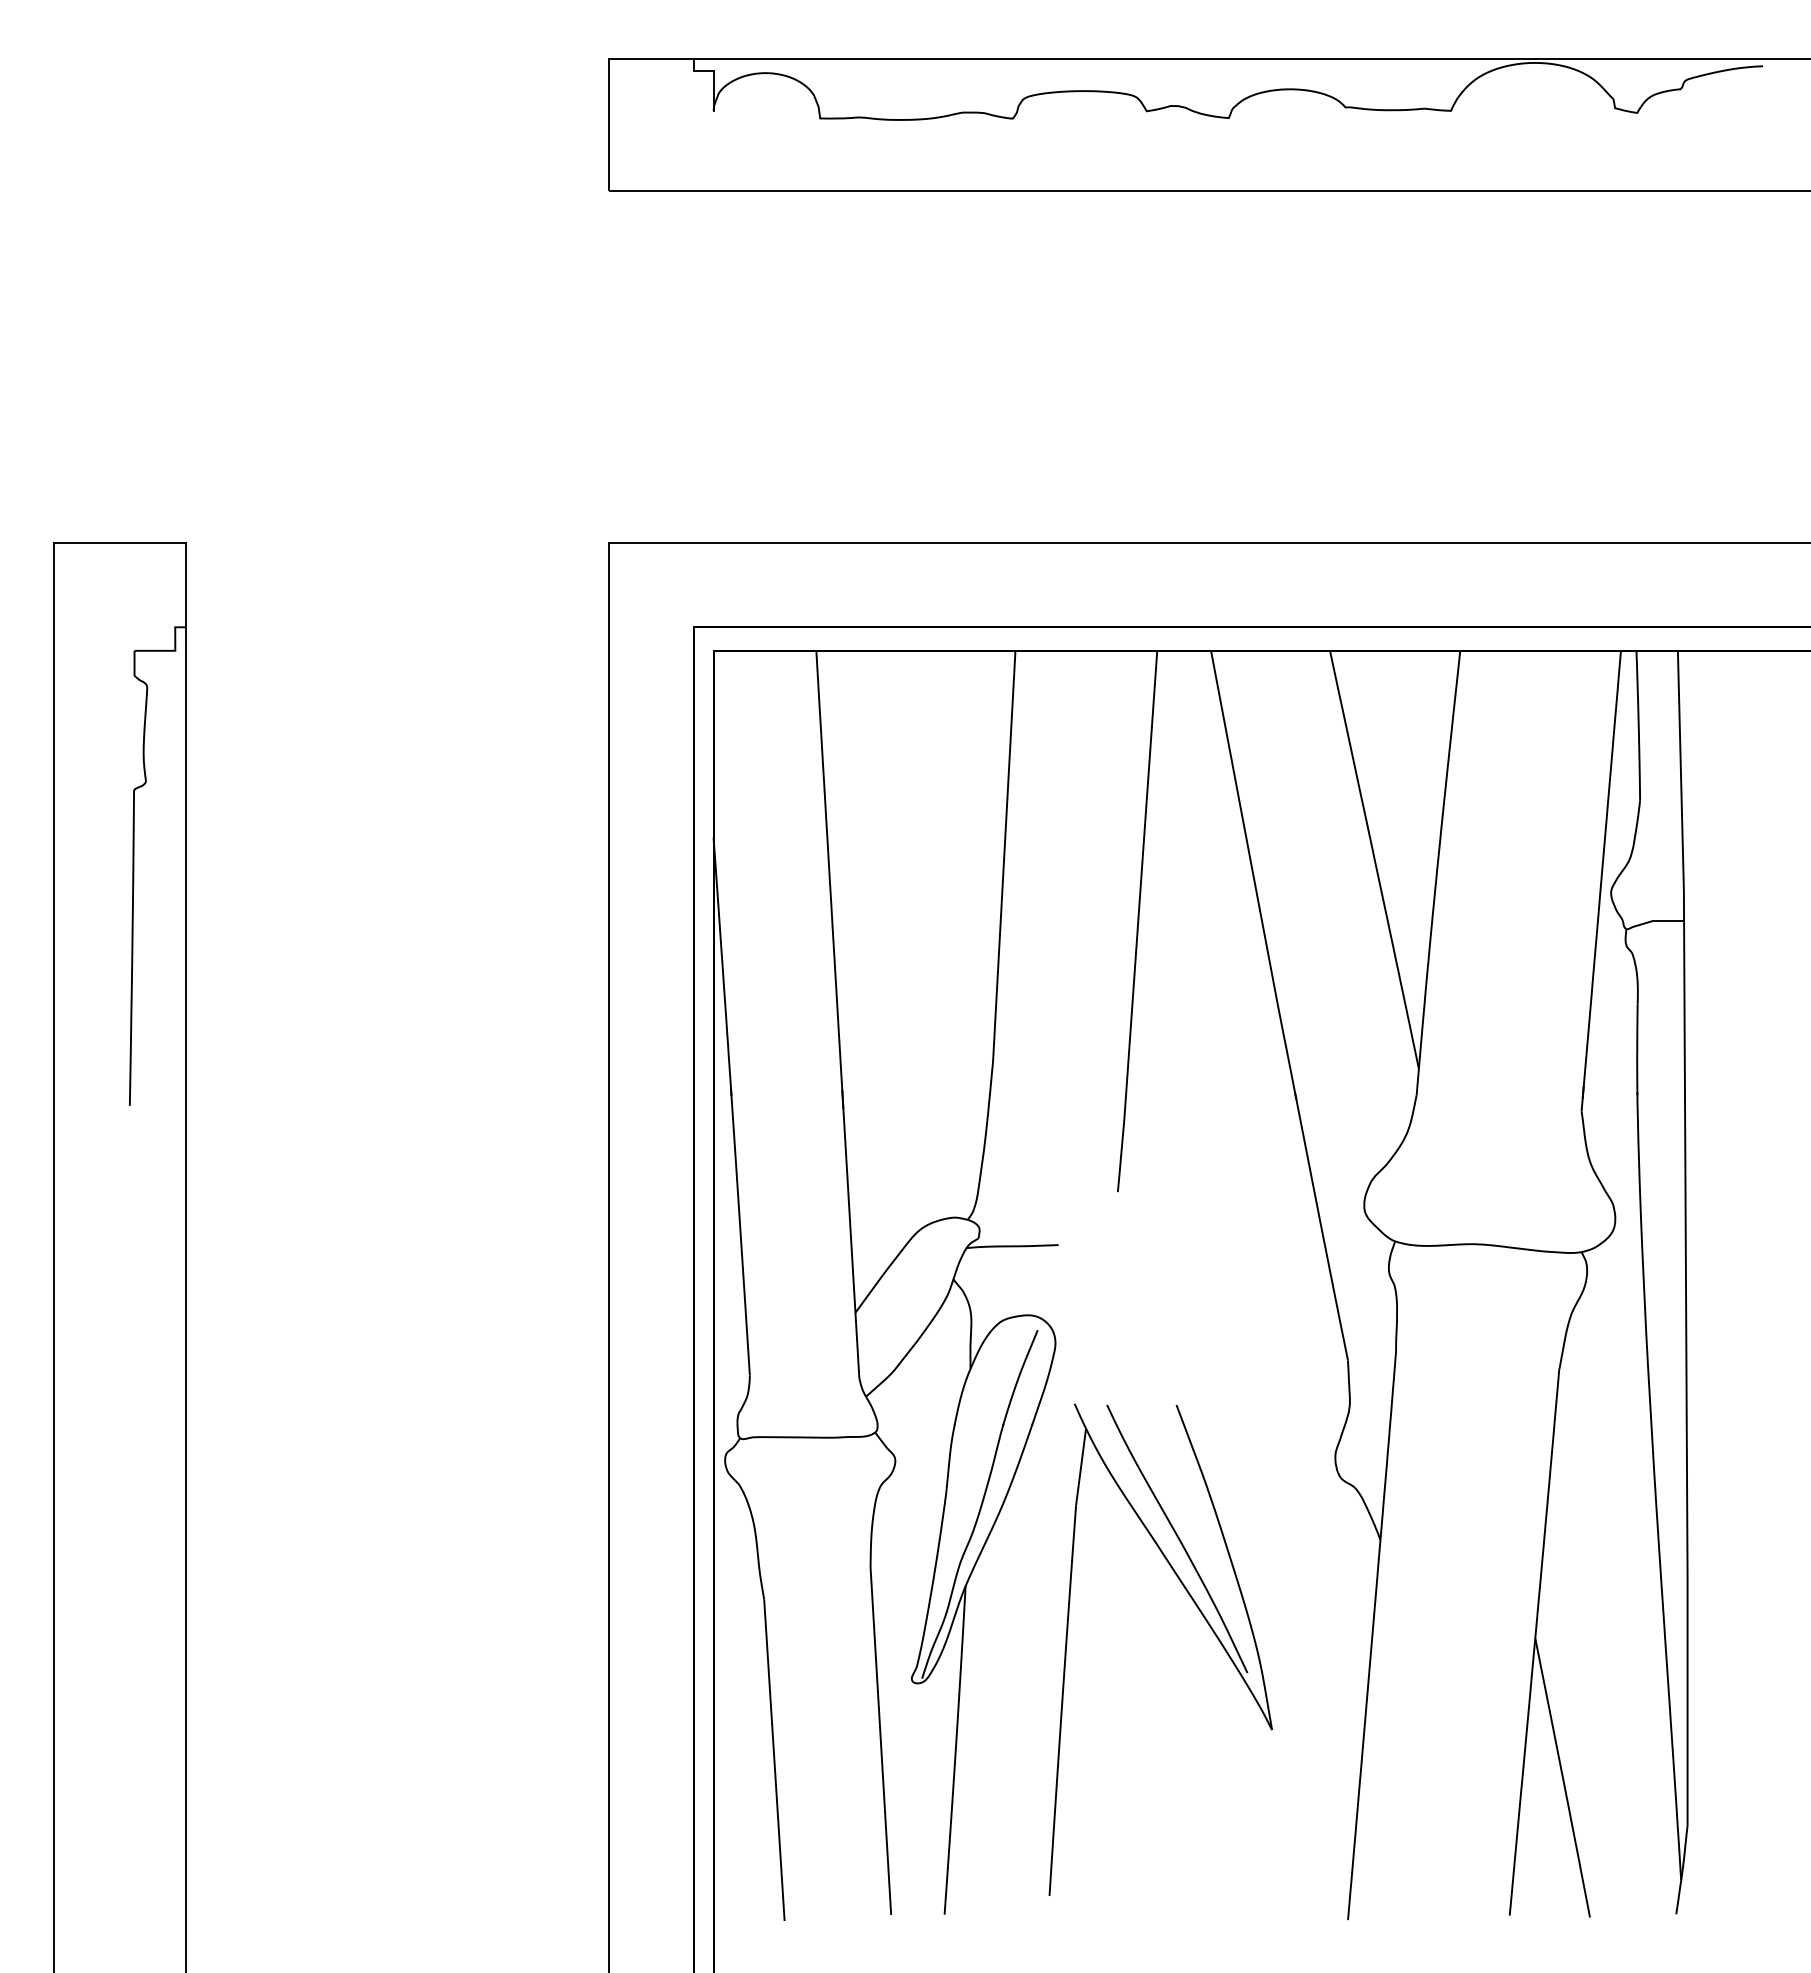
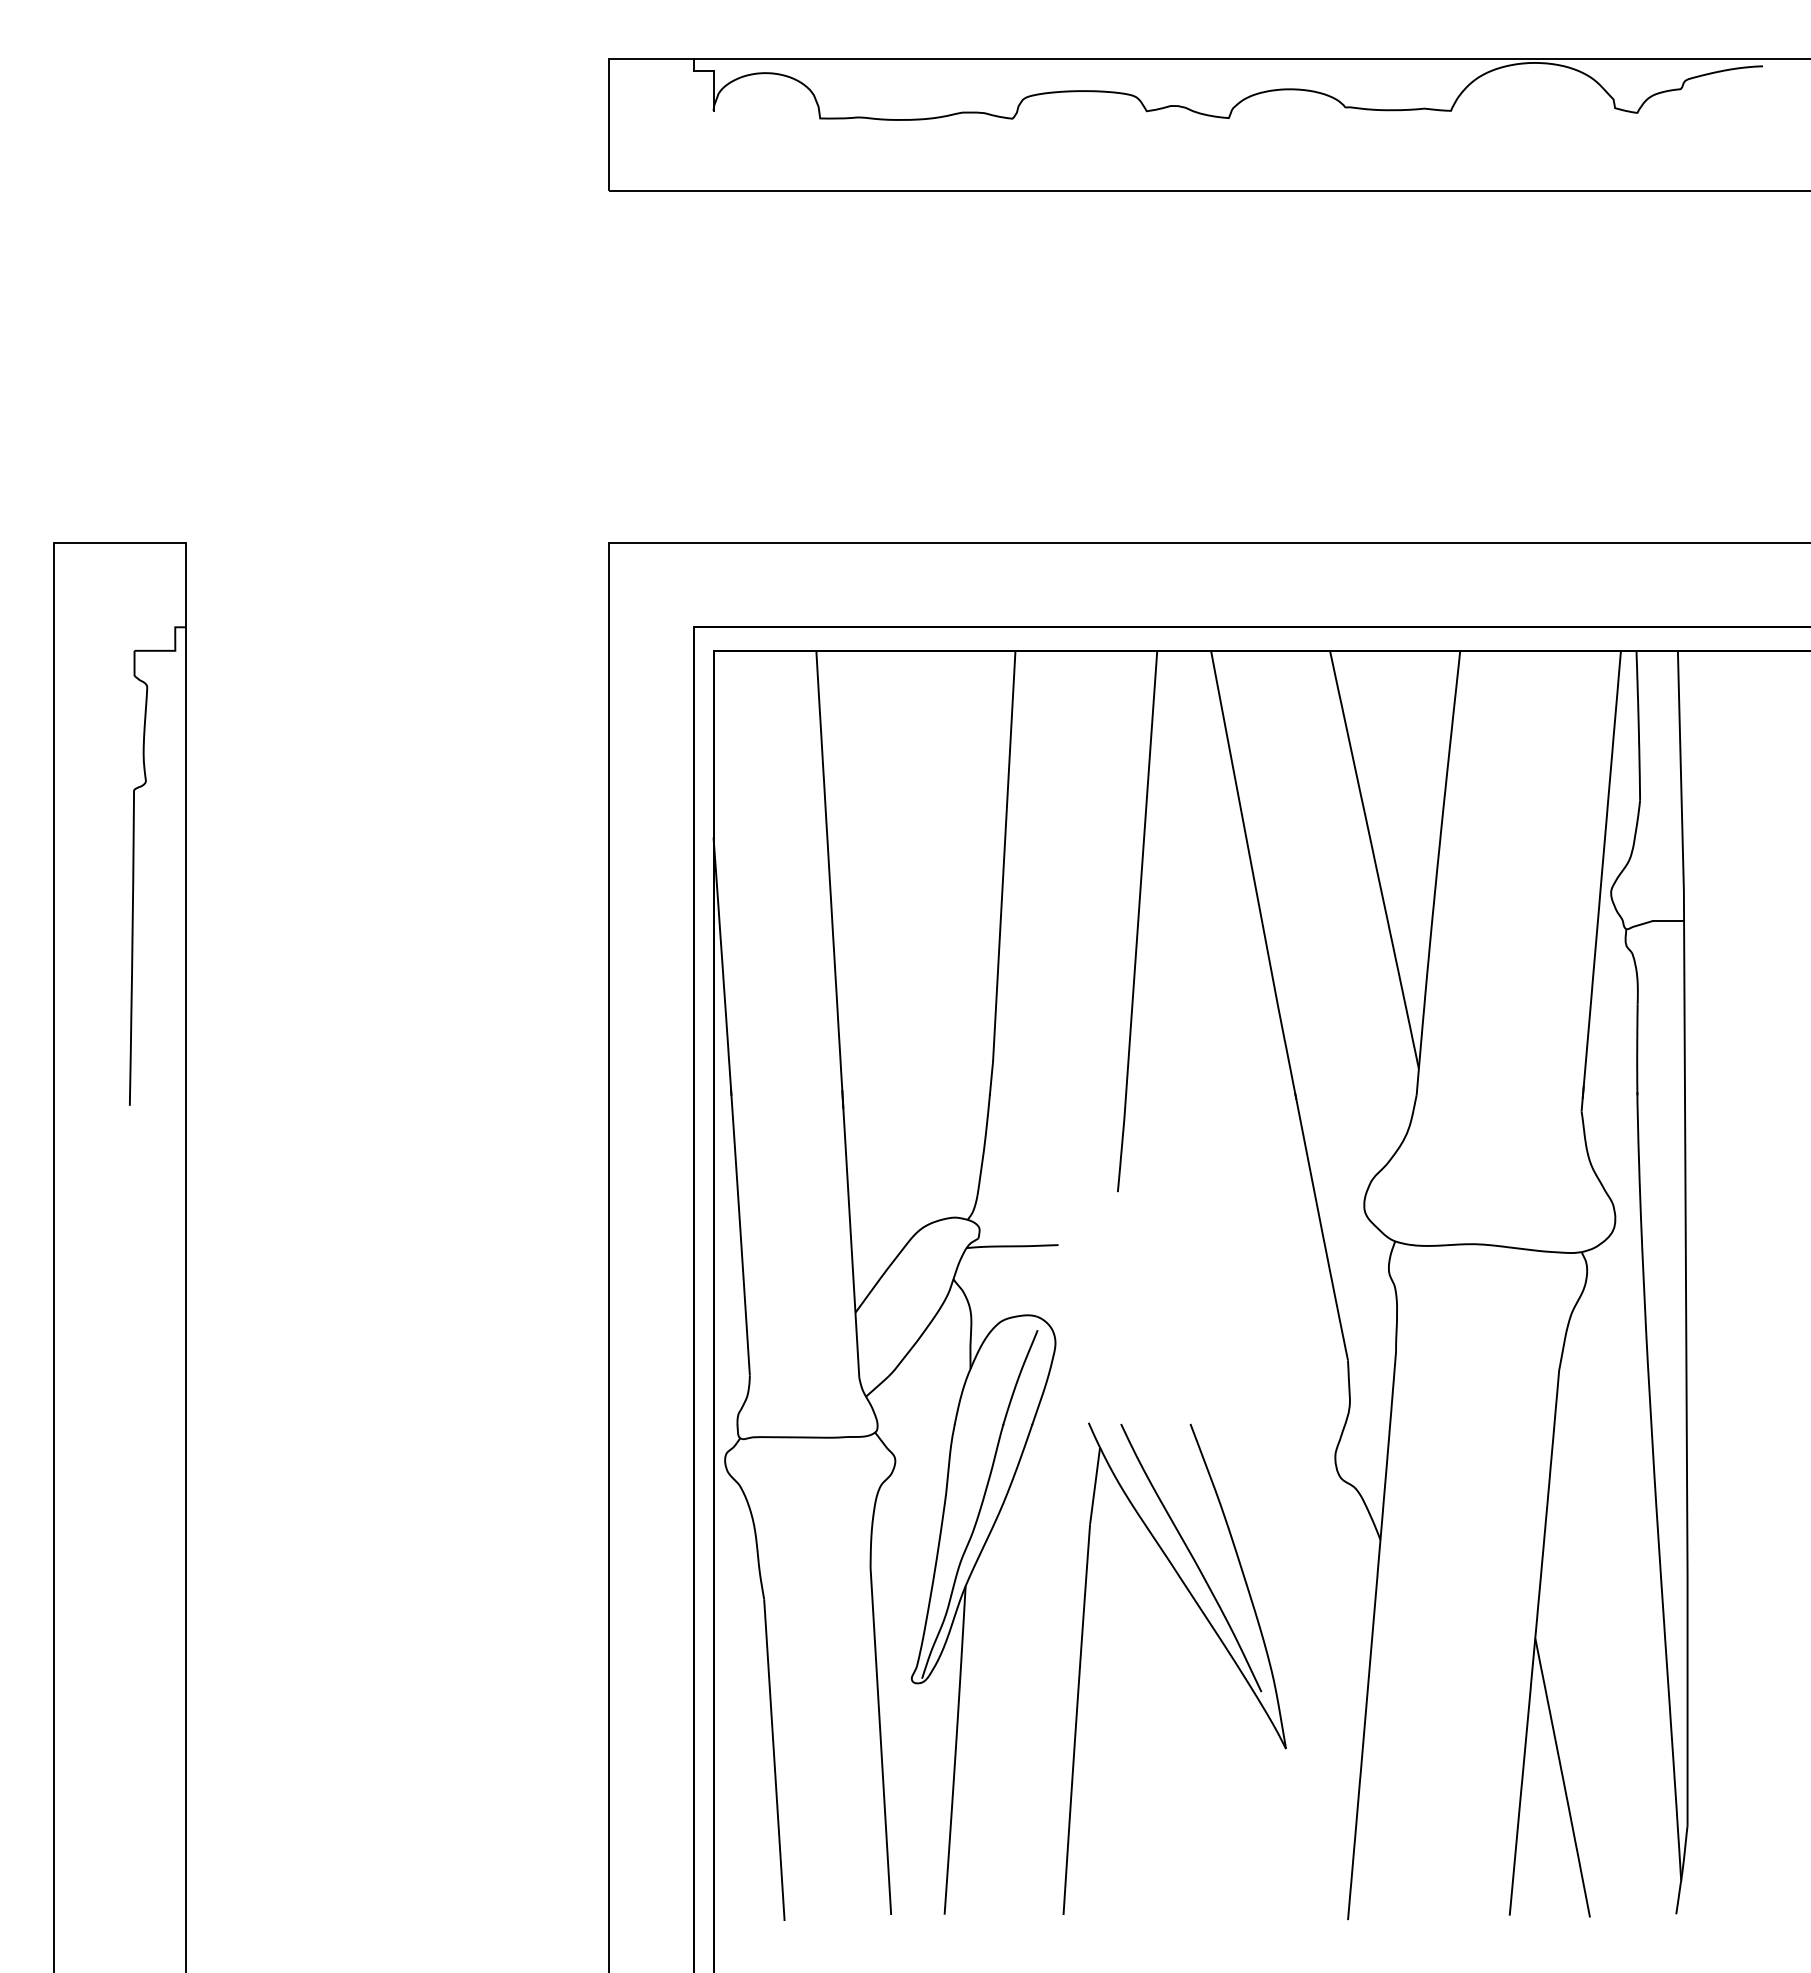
part at (1204, 1619) position: (1204, 1619) -> (1218, 1638)
